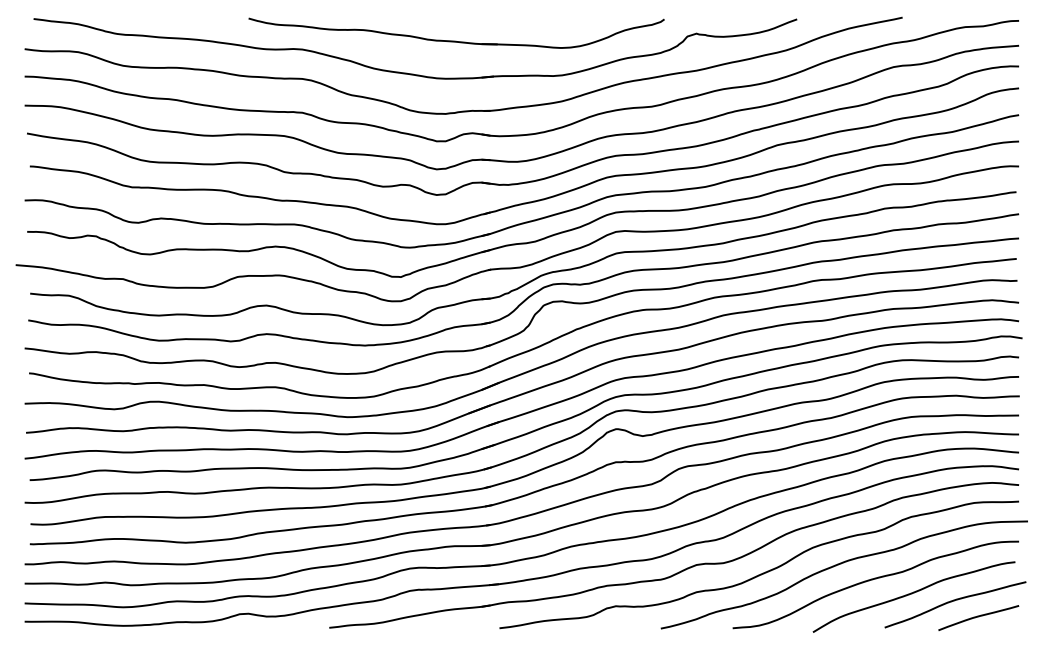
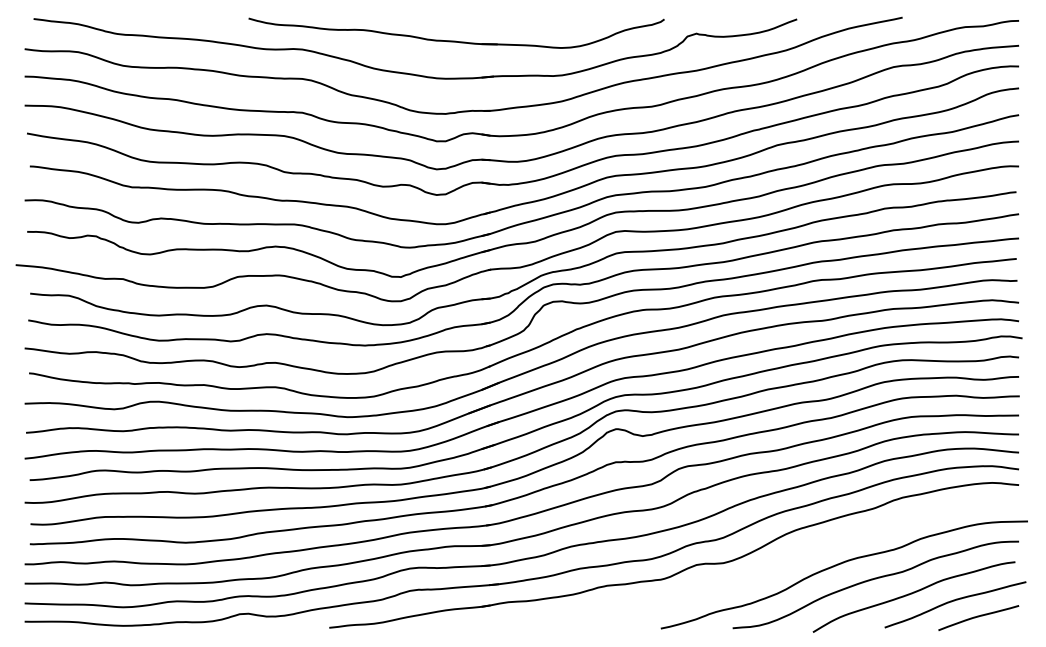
curve at (760, 573): present -> none
